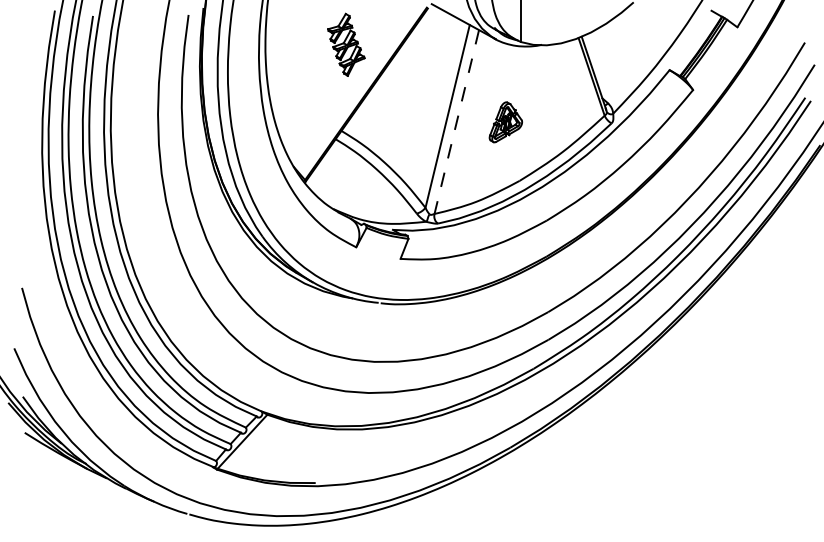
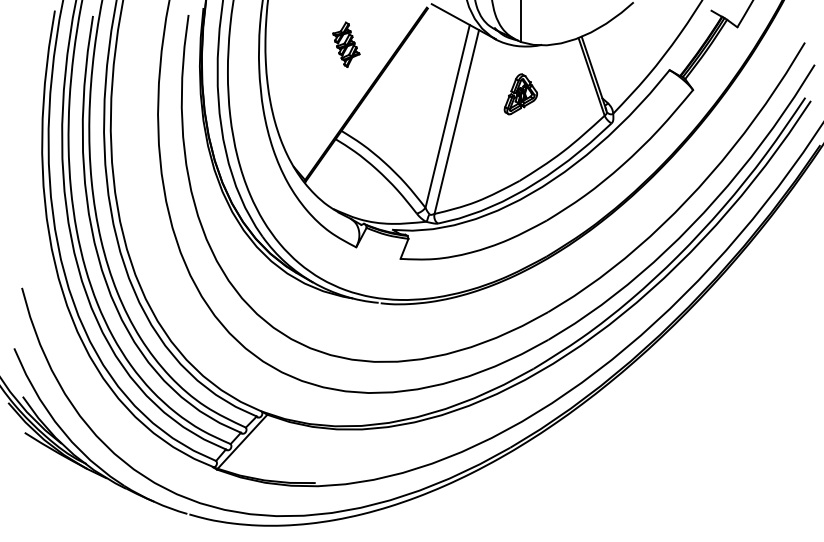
part at (346, 44) size: 39x65 px -> 29x47 px
line at (456, 122): dashed -> solid
part at (505, 122) position: (505, 122) -> (520, 94)
